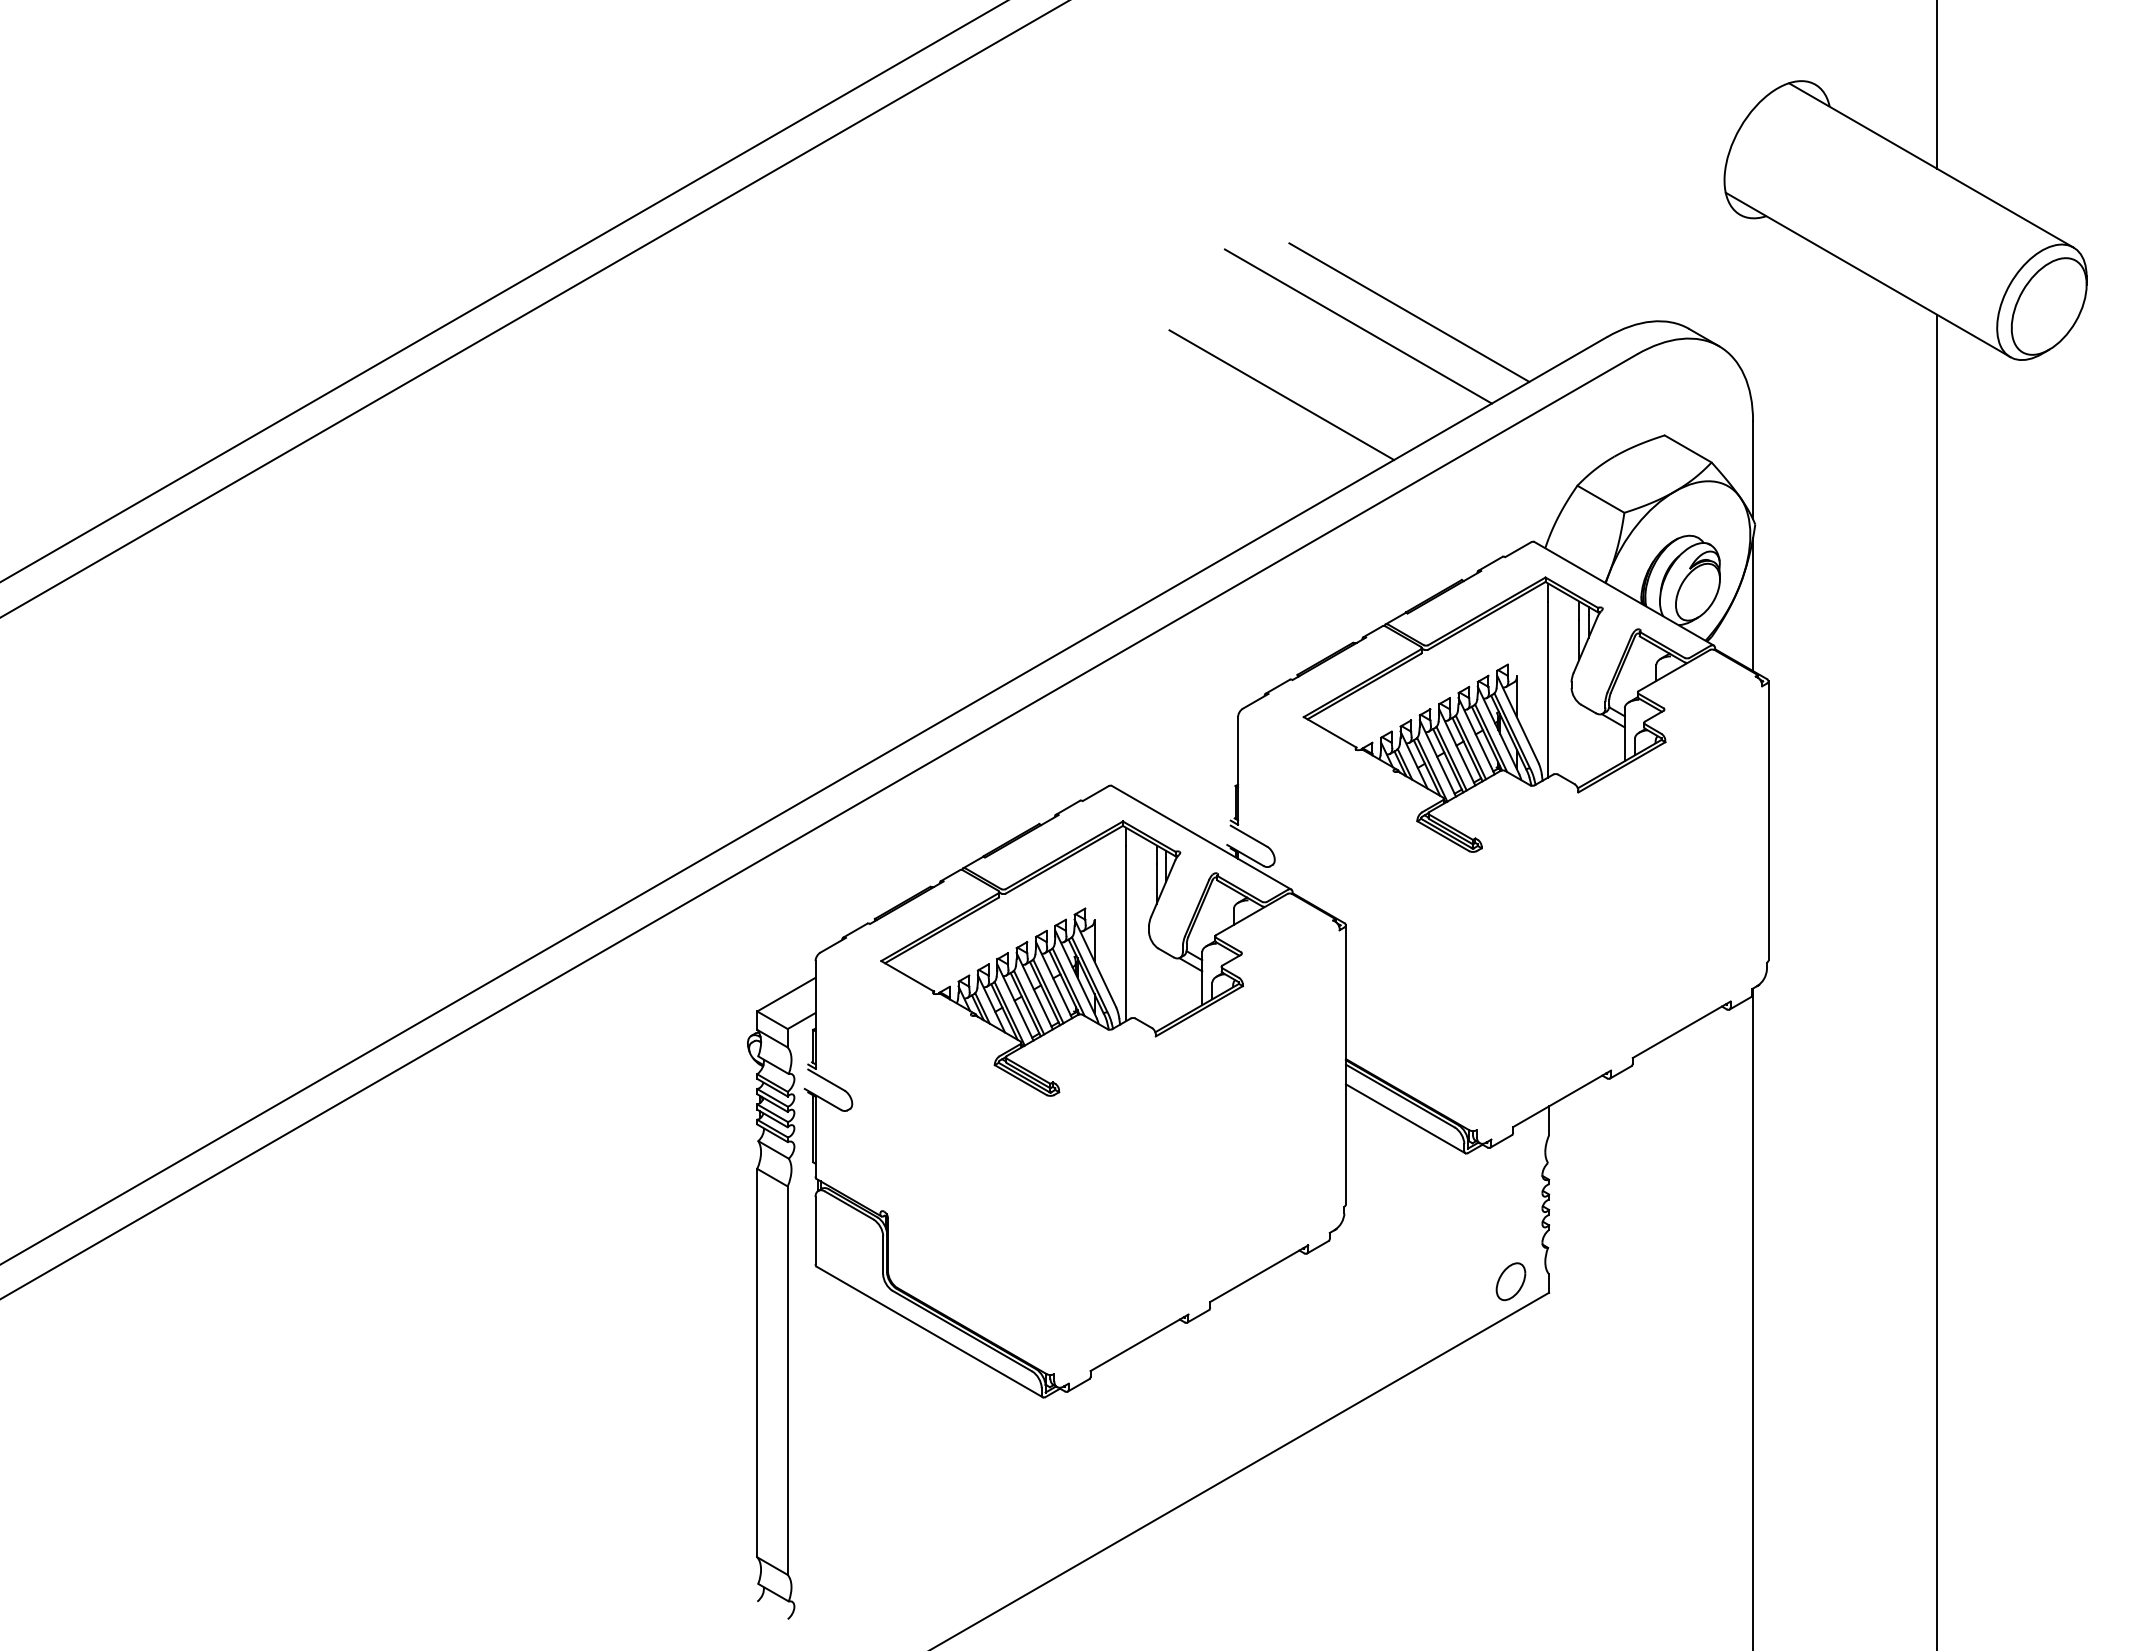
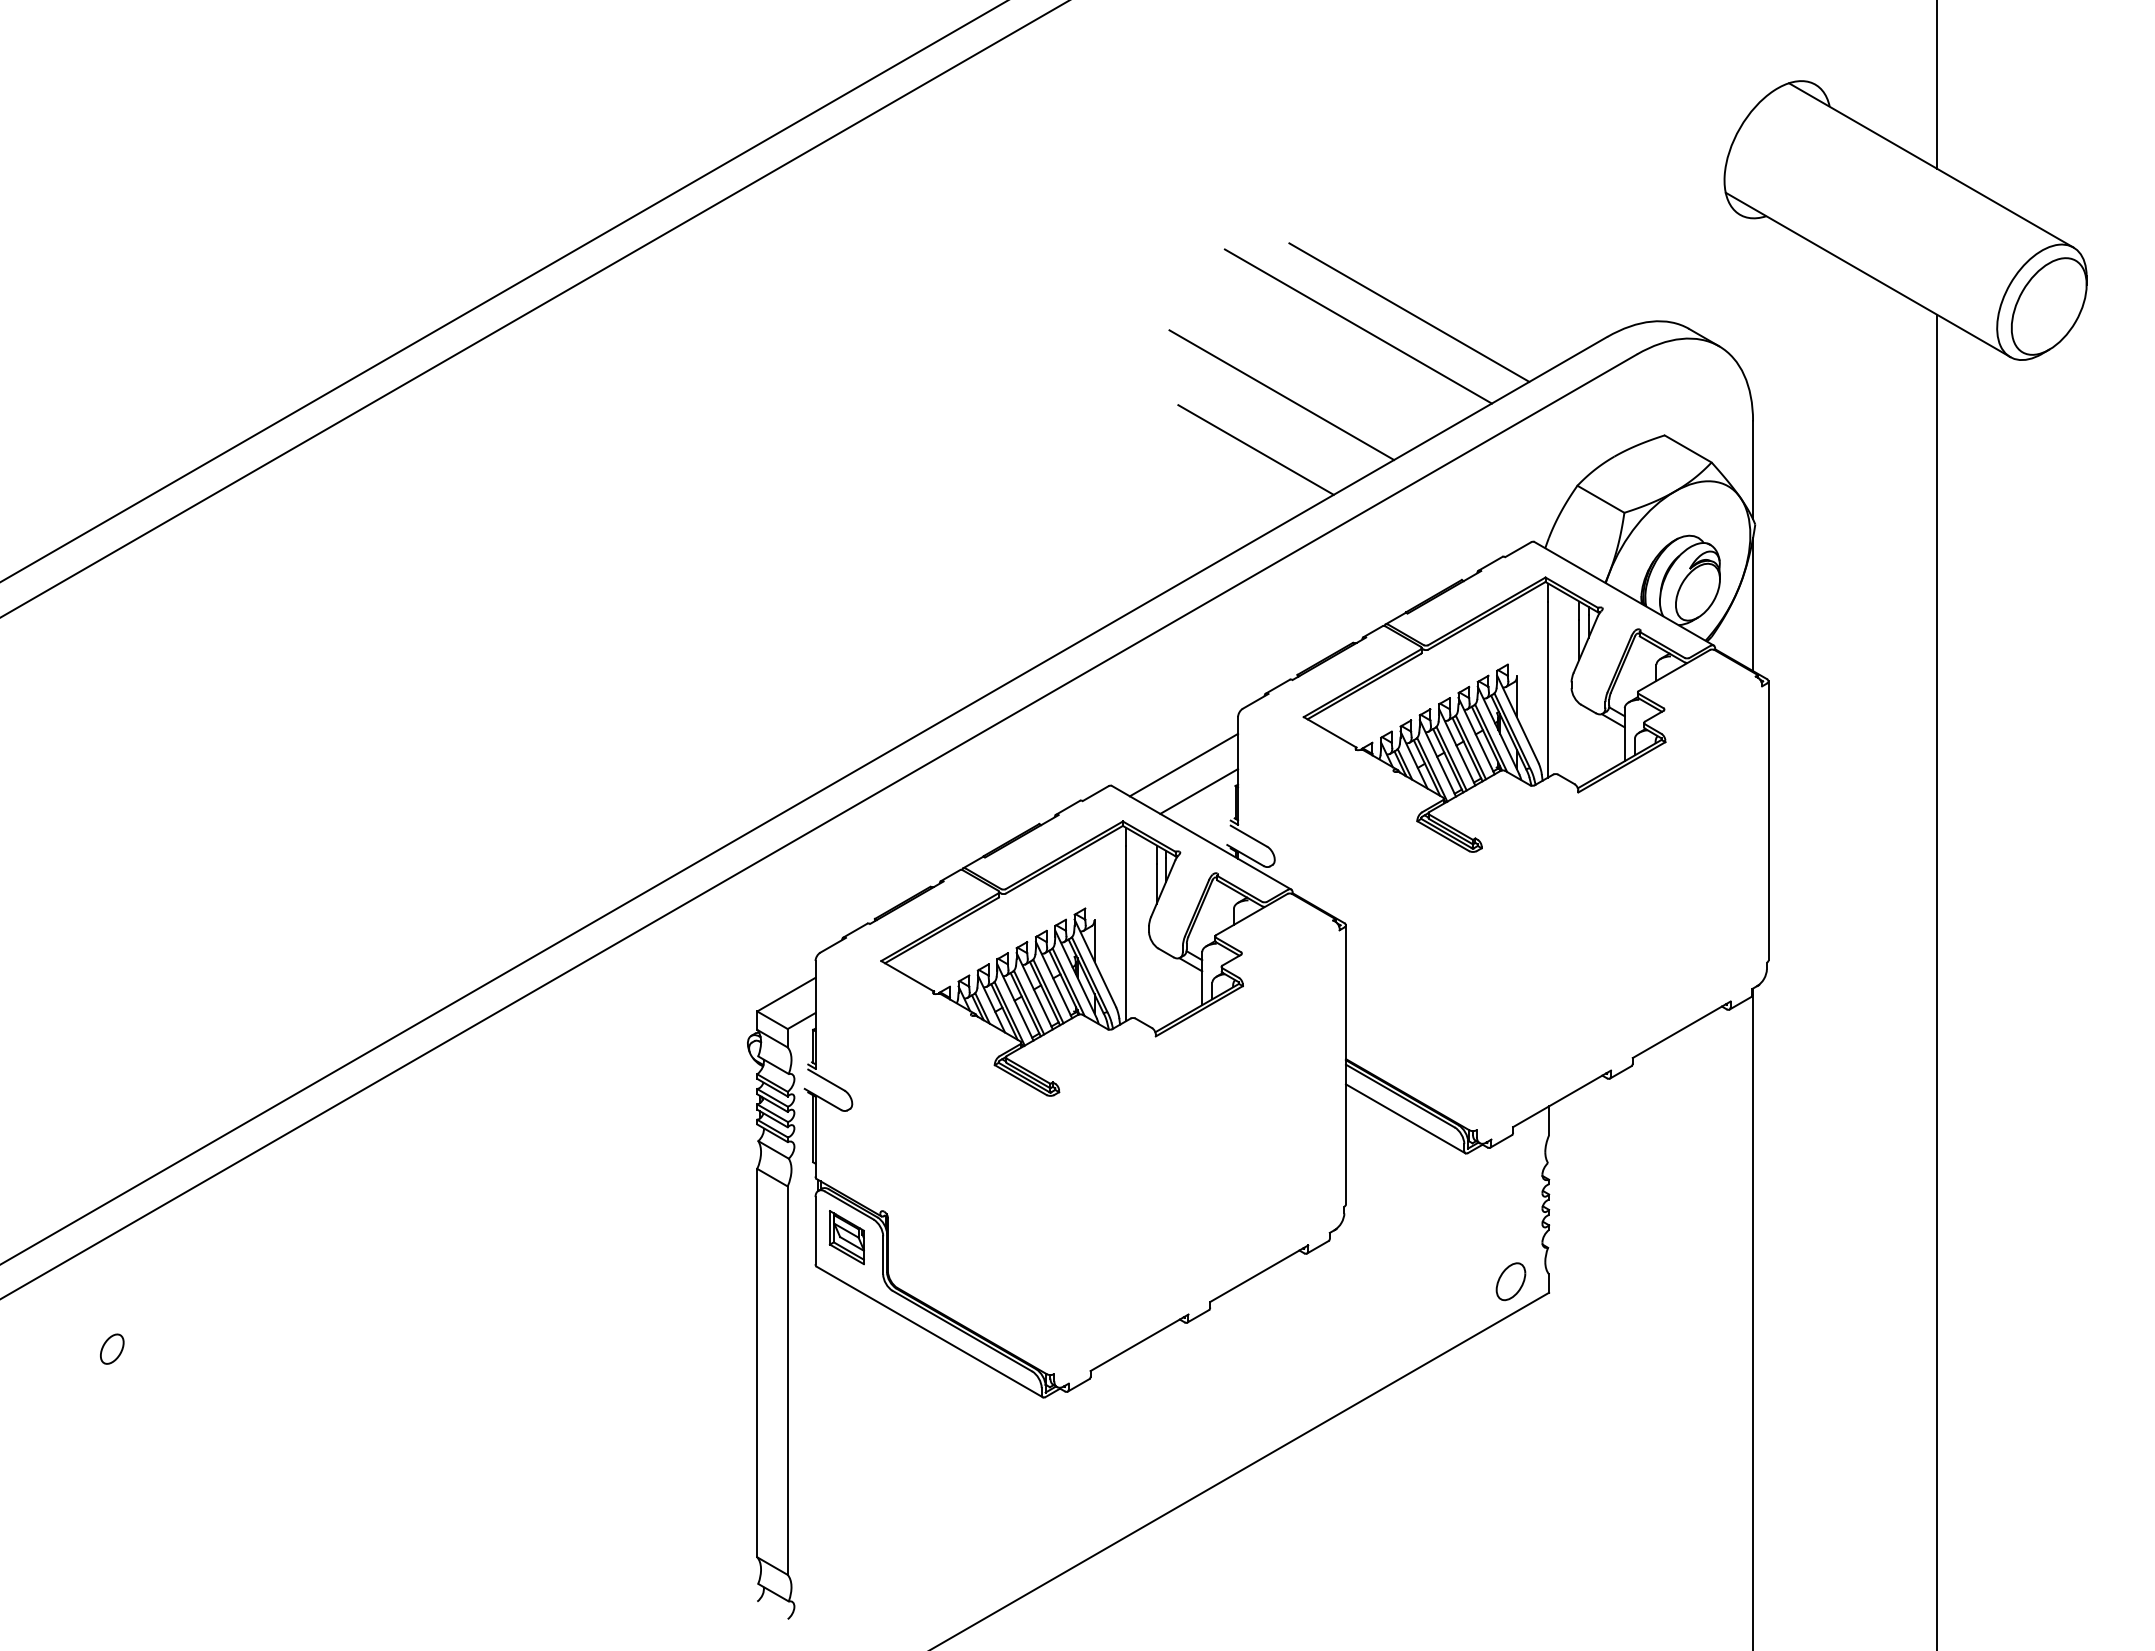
line at (1255, 449): none -> present
line at (1183, 764): none -> present
line at (1199, 791): none -> present
part at (846, 1237): none -> present
part at (112, 1348): none -> present
